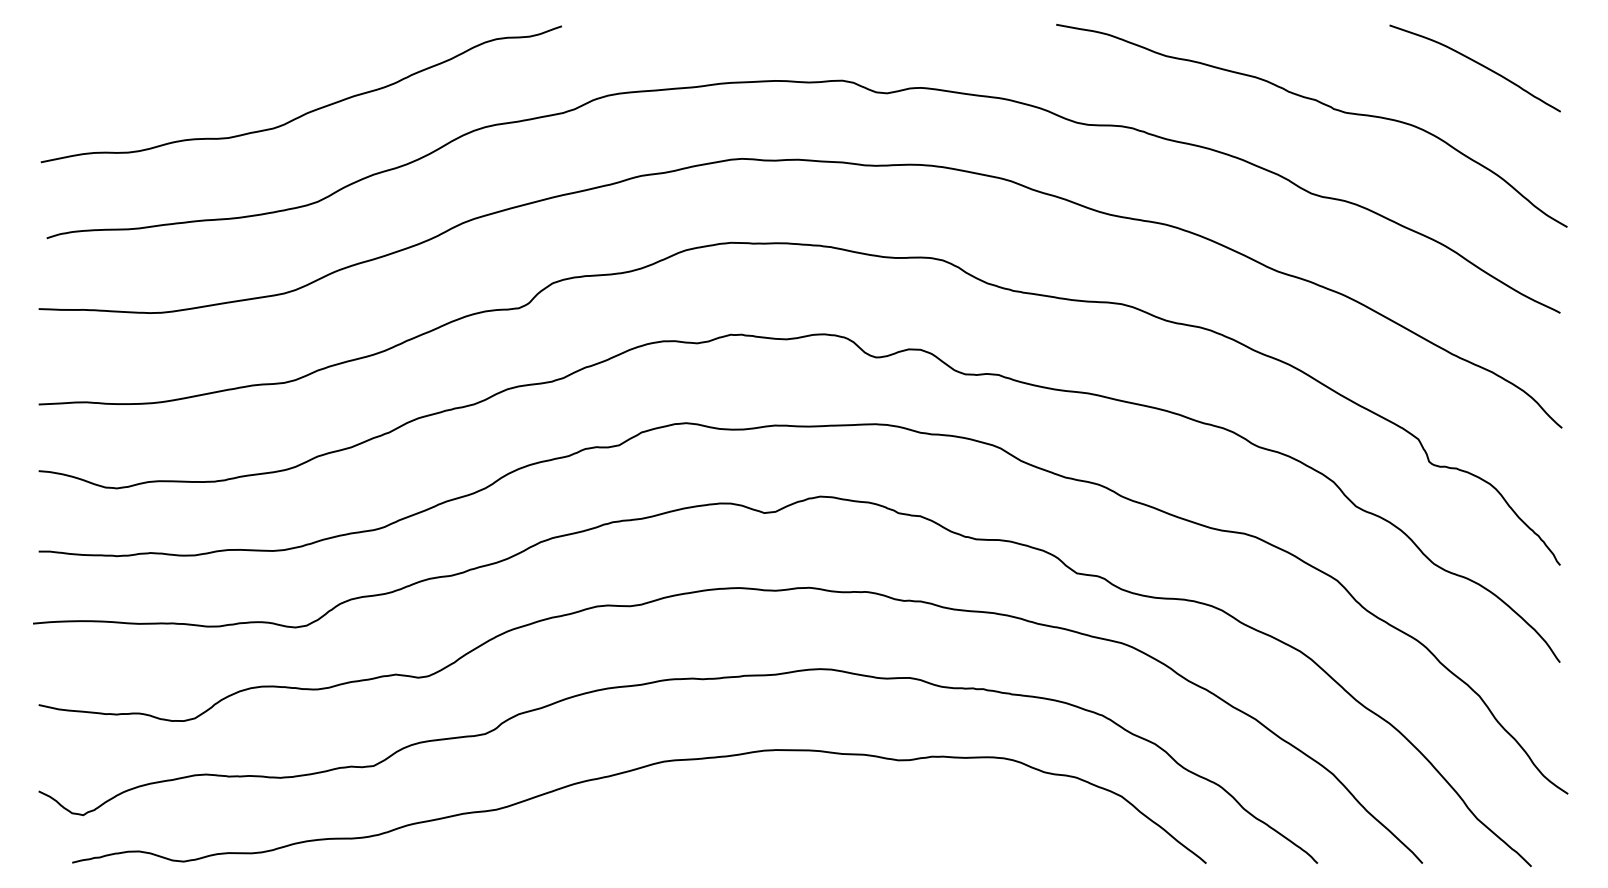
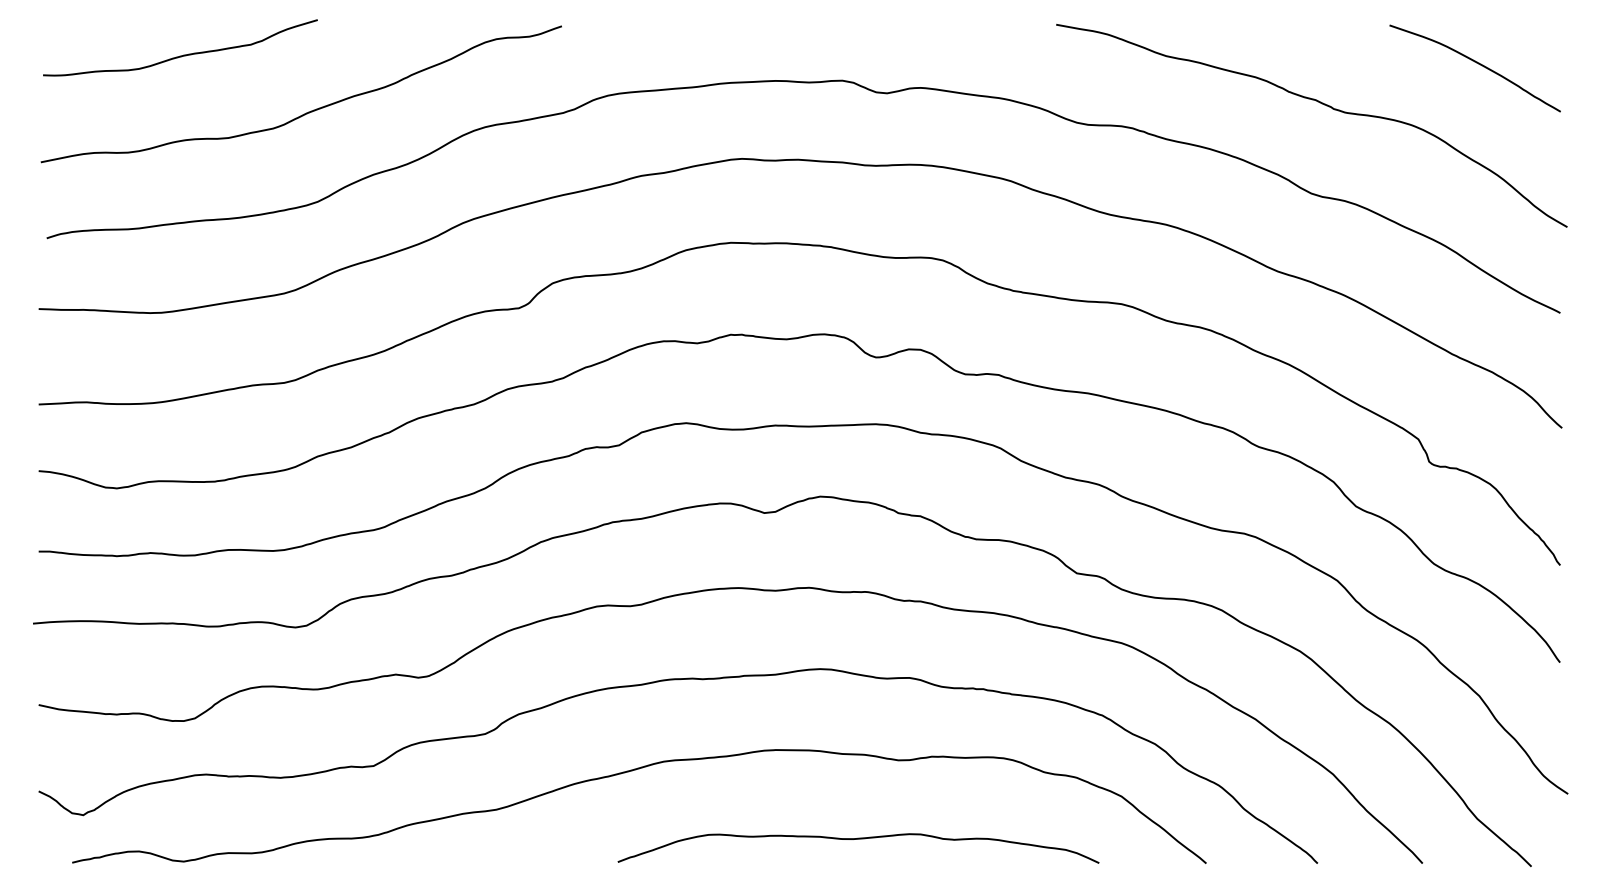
curve at (183, 54): none -> present
curve at (858, 839): none -> present
